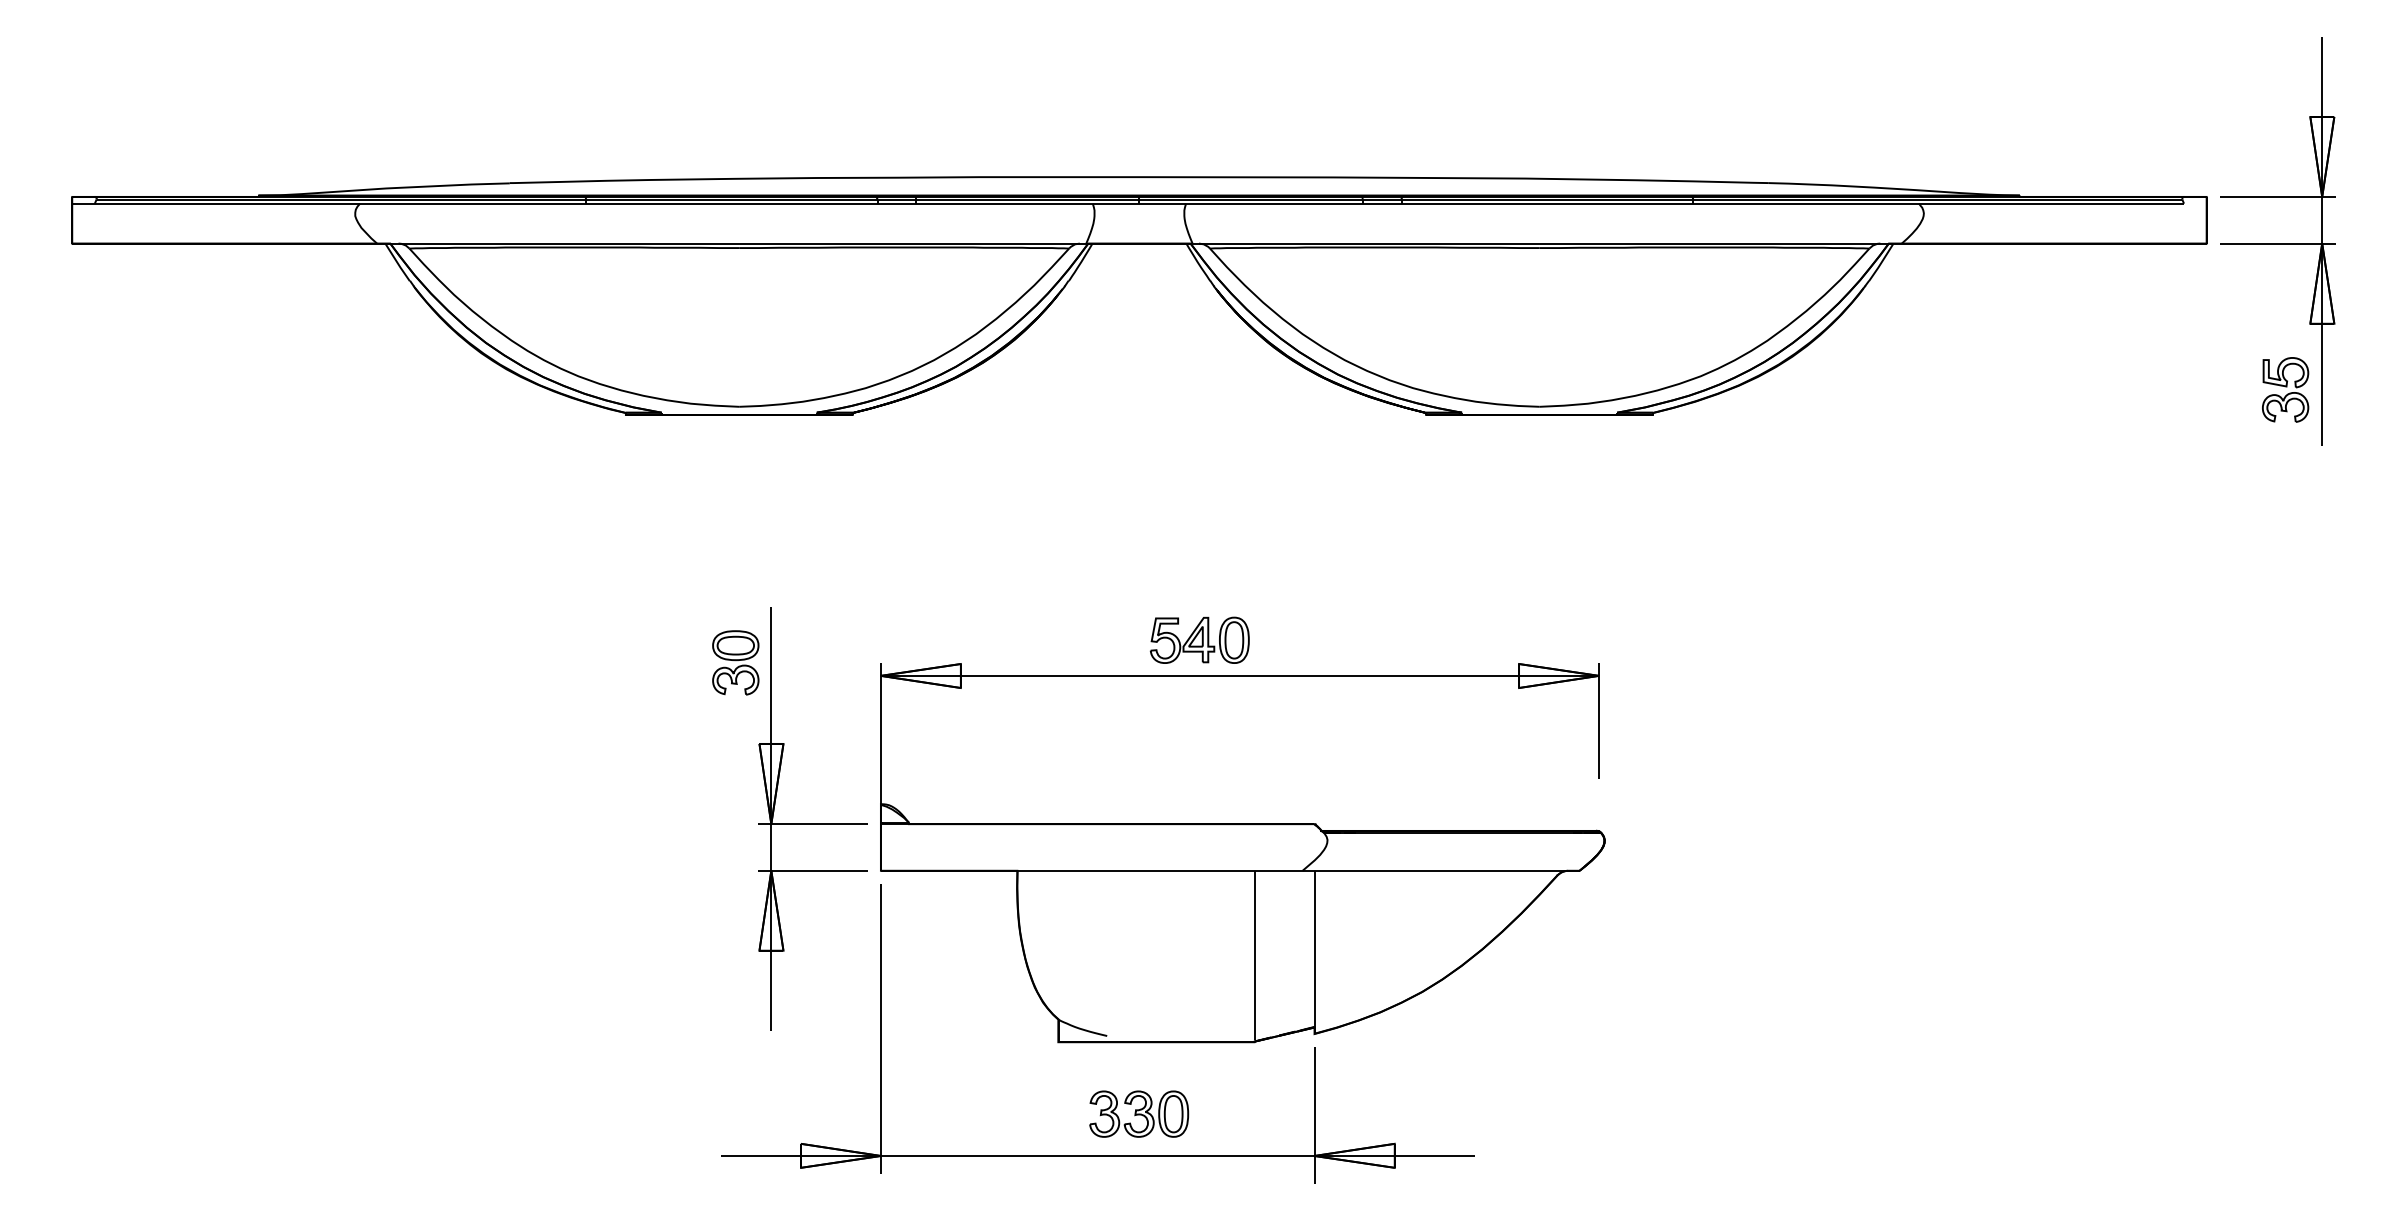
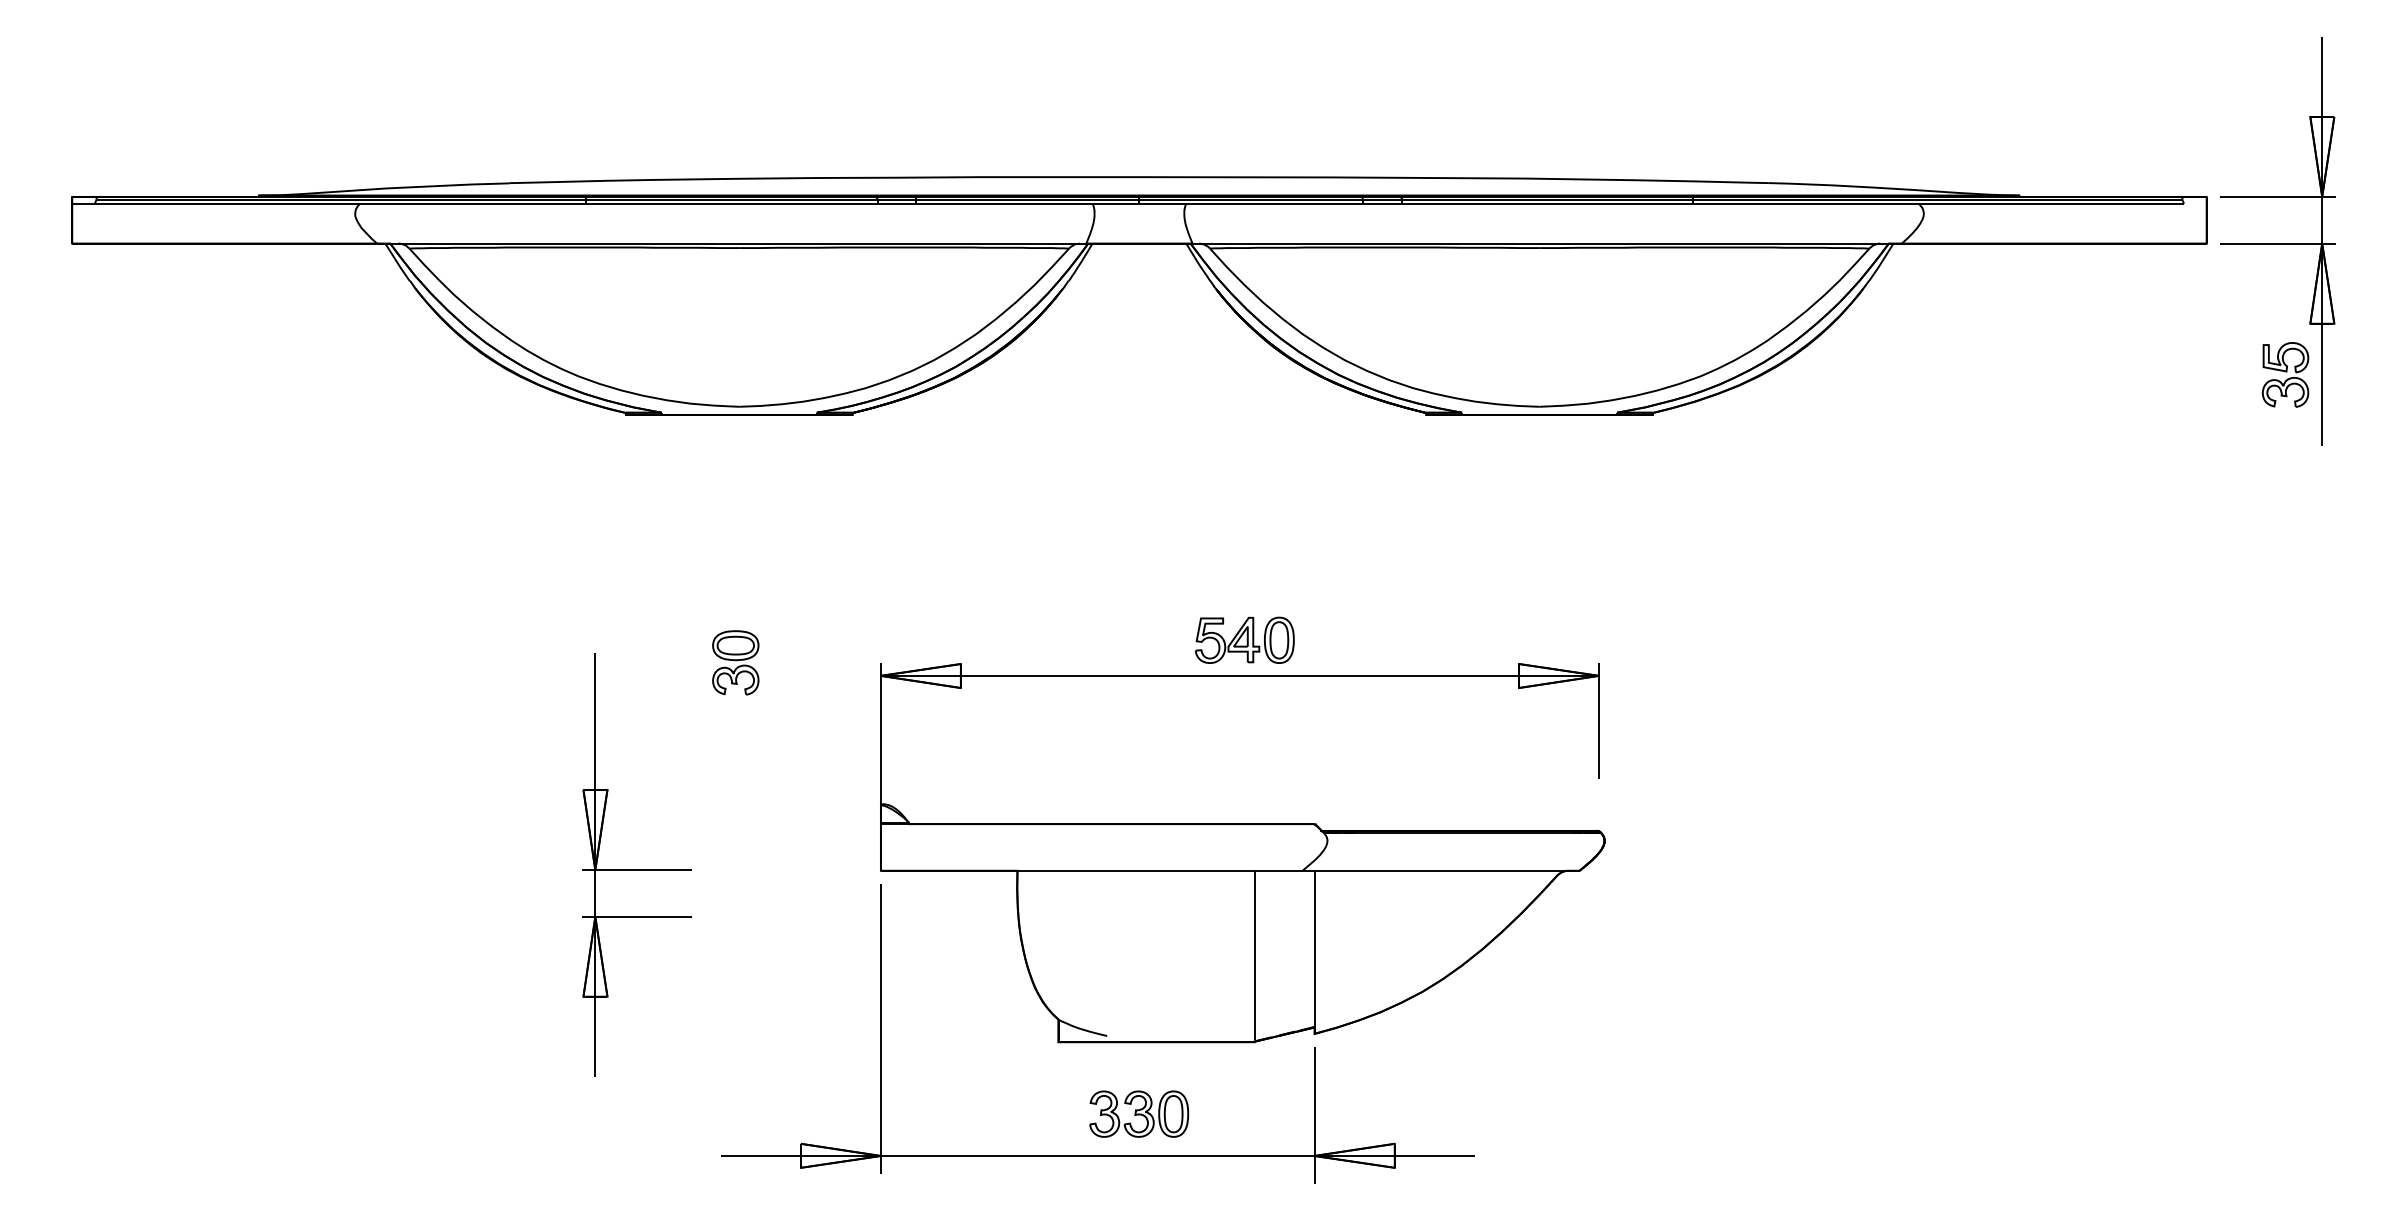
part at (2285, 389) position: (2285, 389) -> (2285, 374)
part at (1199, 639) position: (1199, 639) -> (1244, 639)
part at (812, 818) position: (812, 818) -> (636, 864)
